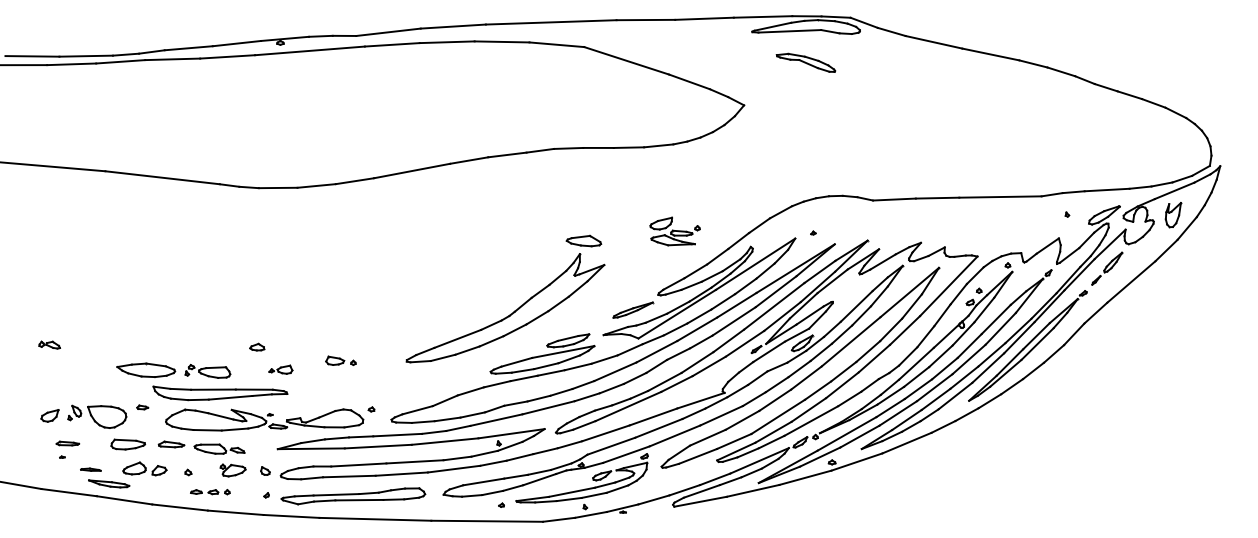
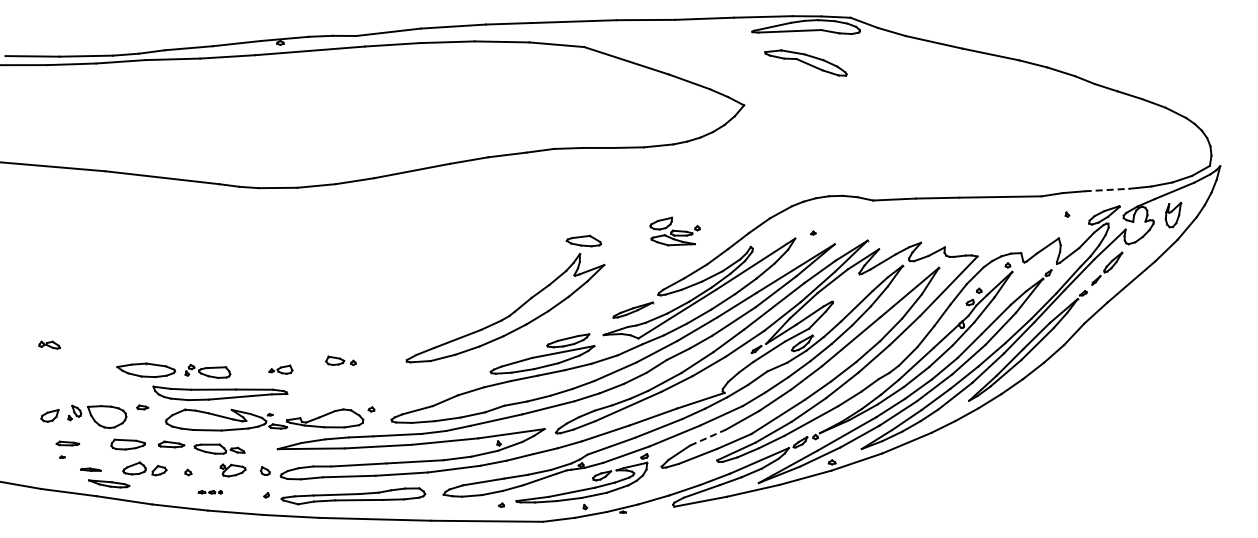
part at (805, 62) size: 62x21 px -> 84x28 px
line at (1107, 190): solid -> dashed
part at (257, 346): present -> none
line at (707, 437): solid -> dashed
part at (210, 492) size: 41x7 px -> 26x6 px
